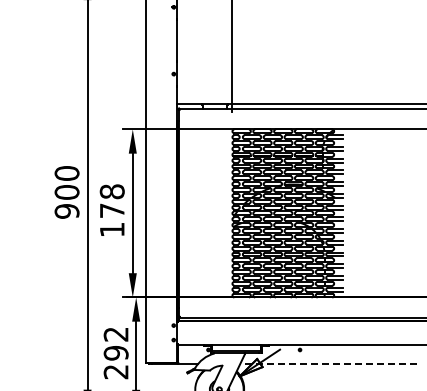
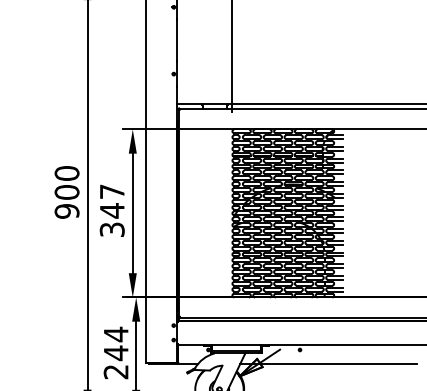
text at (111, 210): 178 -> 347
text at (115, 343): 292 -> 244
line at (328, 363): dashed -> solid
